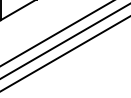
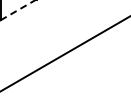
line at (18, 9): solid -> dashed
line at (56, 33): present -> none
line at (64, 41): present -> none
